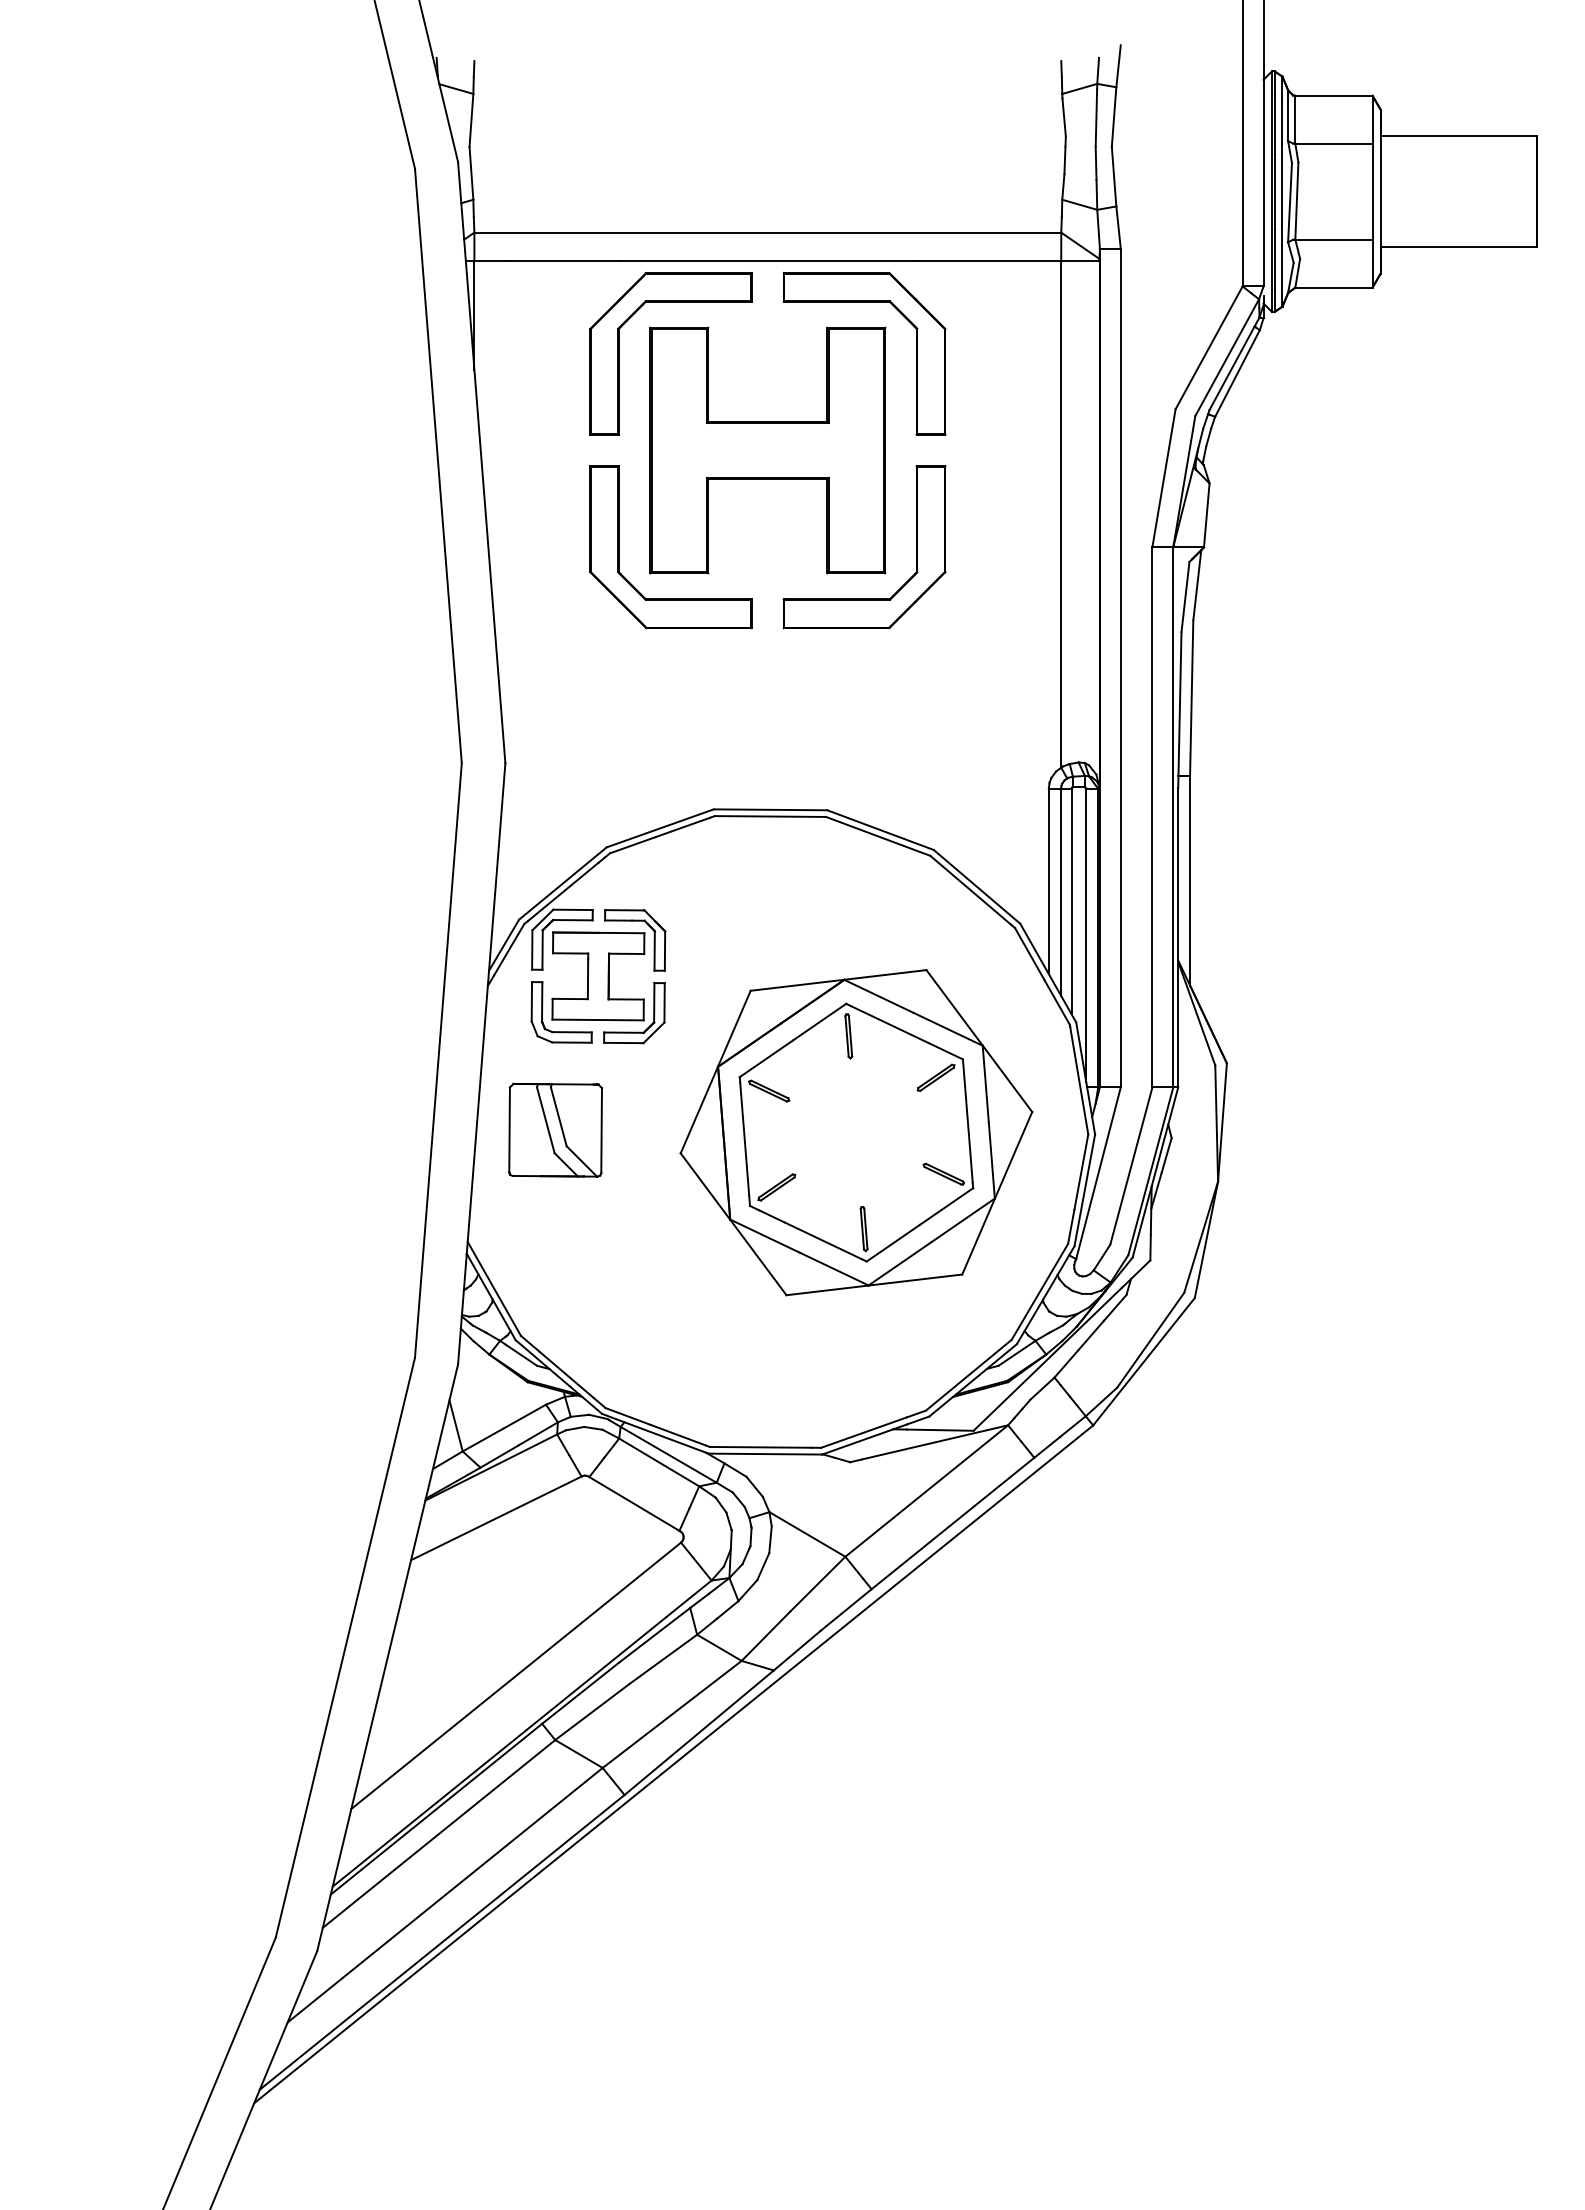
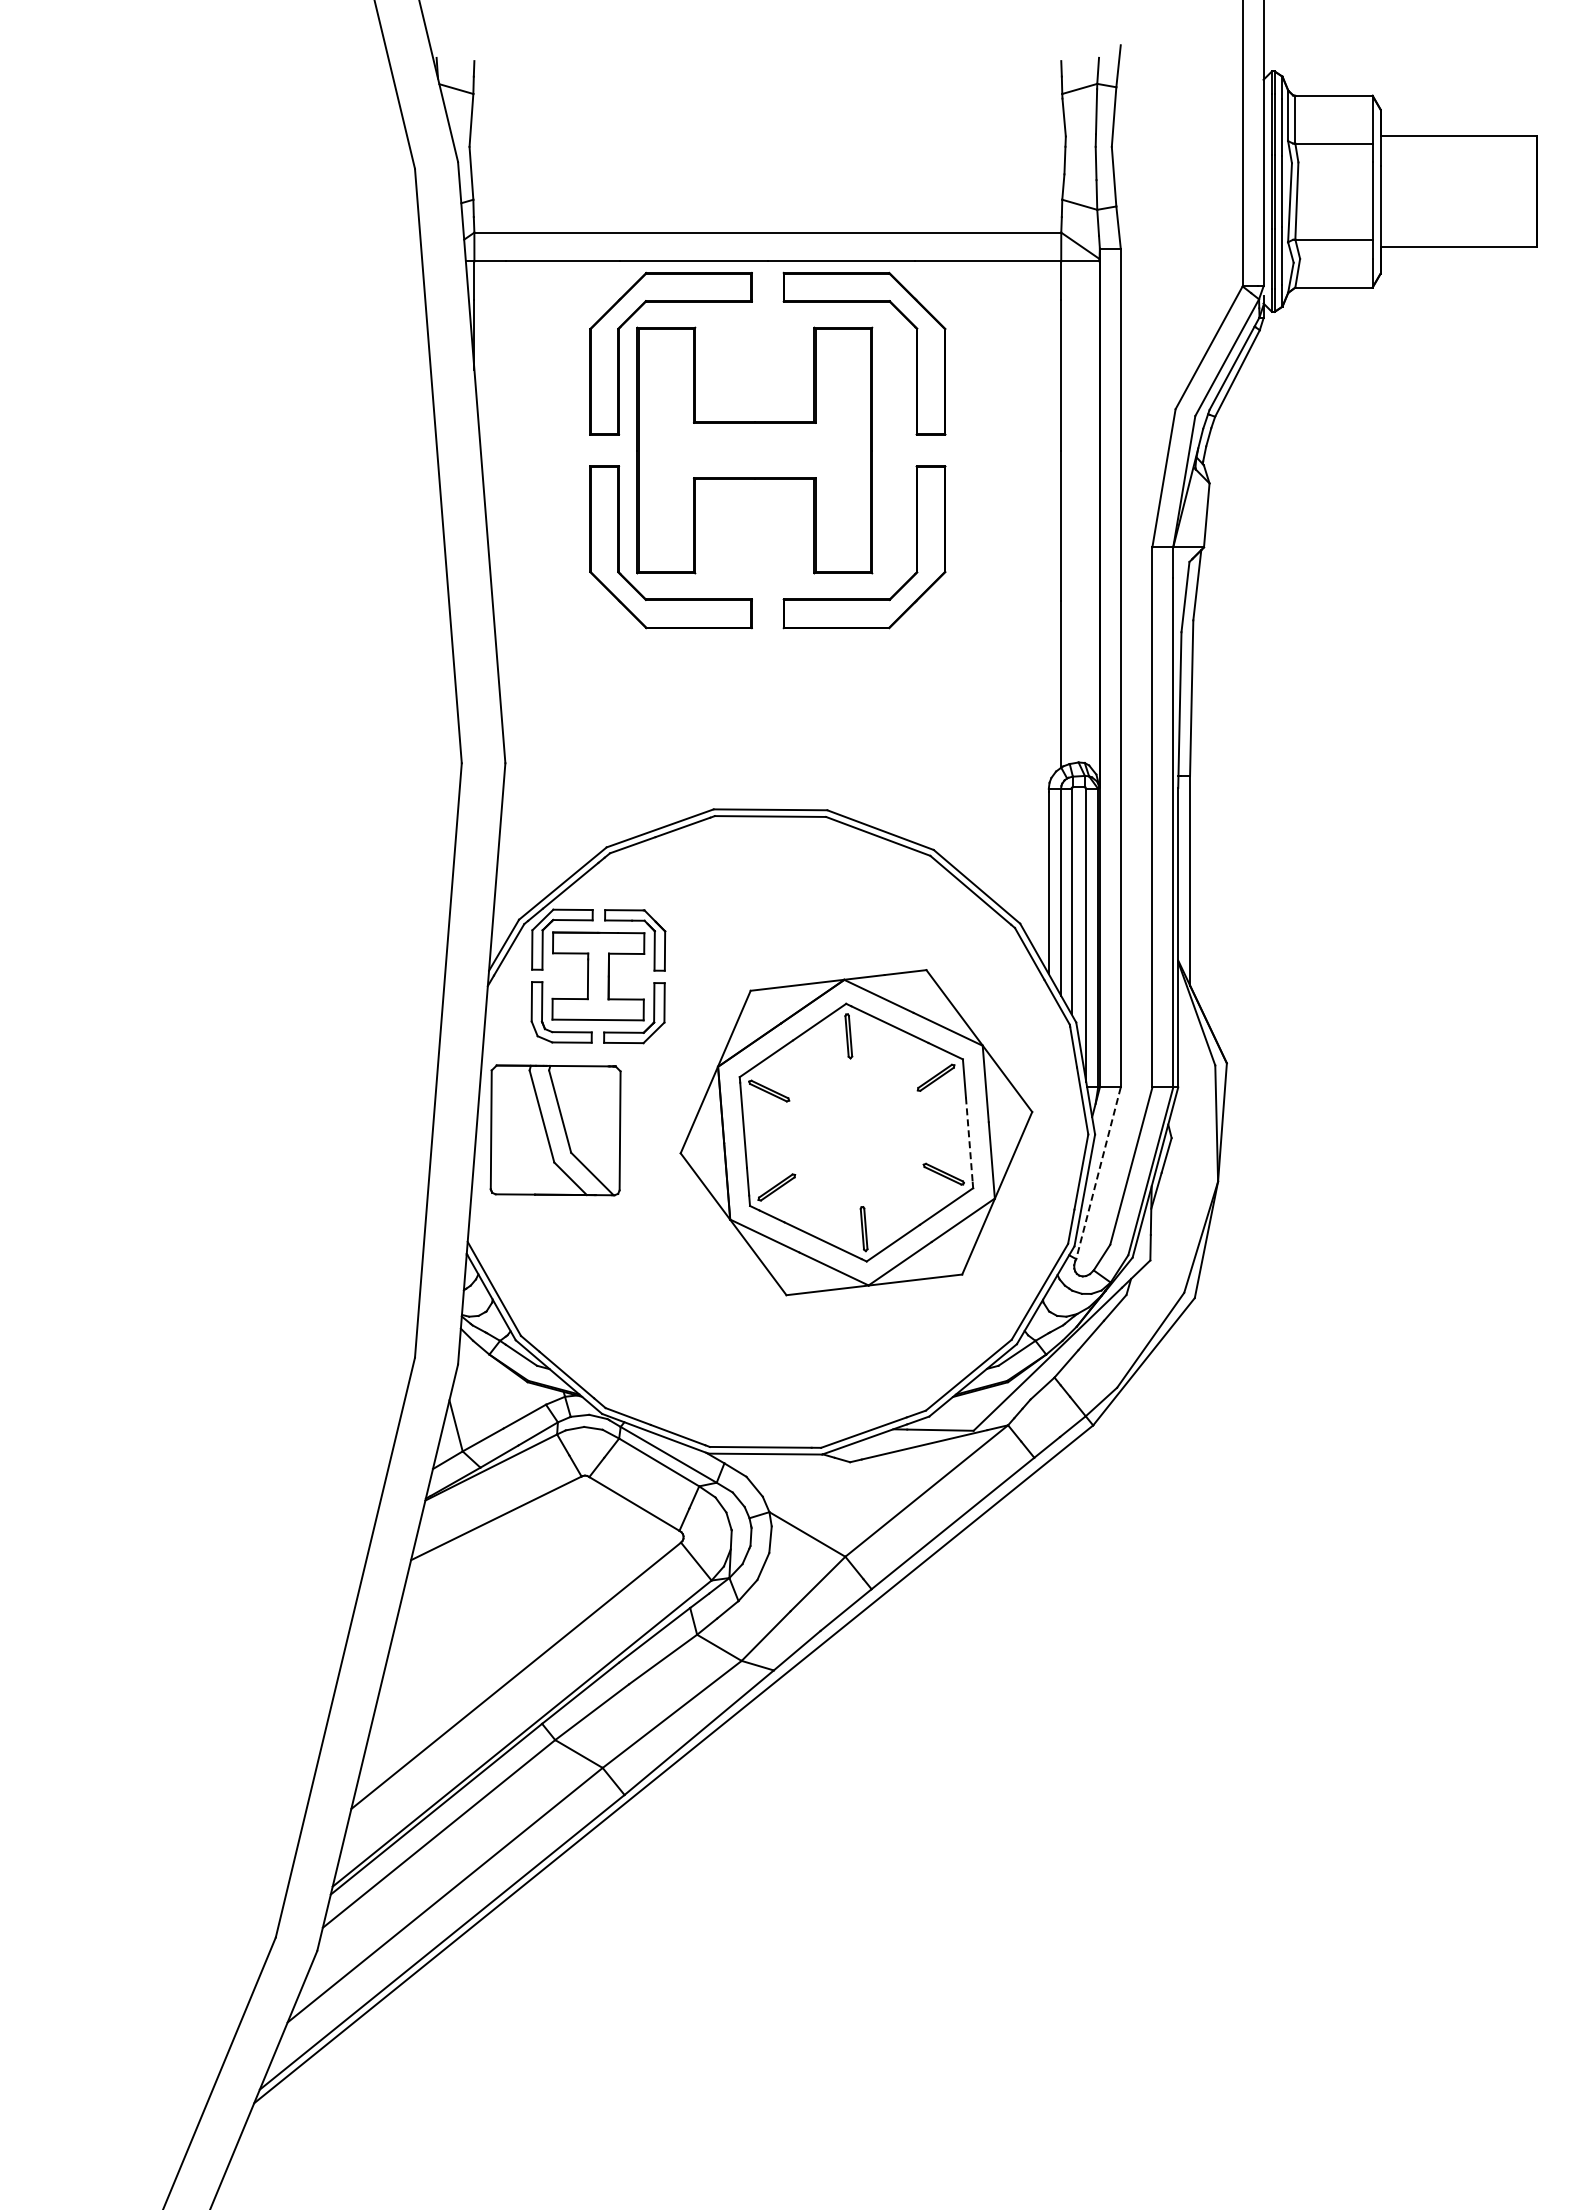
part at (767, 450) position: (767, 450) -> (754, 450)
part at (555, 1129) size: 95x96 px -> 133x133 px
line at (969, 1140): solid -> dashed
line at (1098, 1173): solid -> dashed
